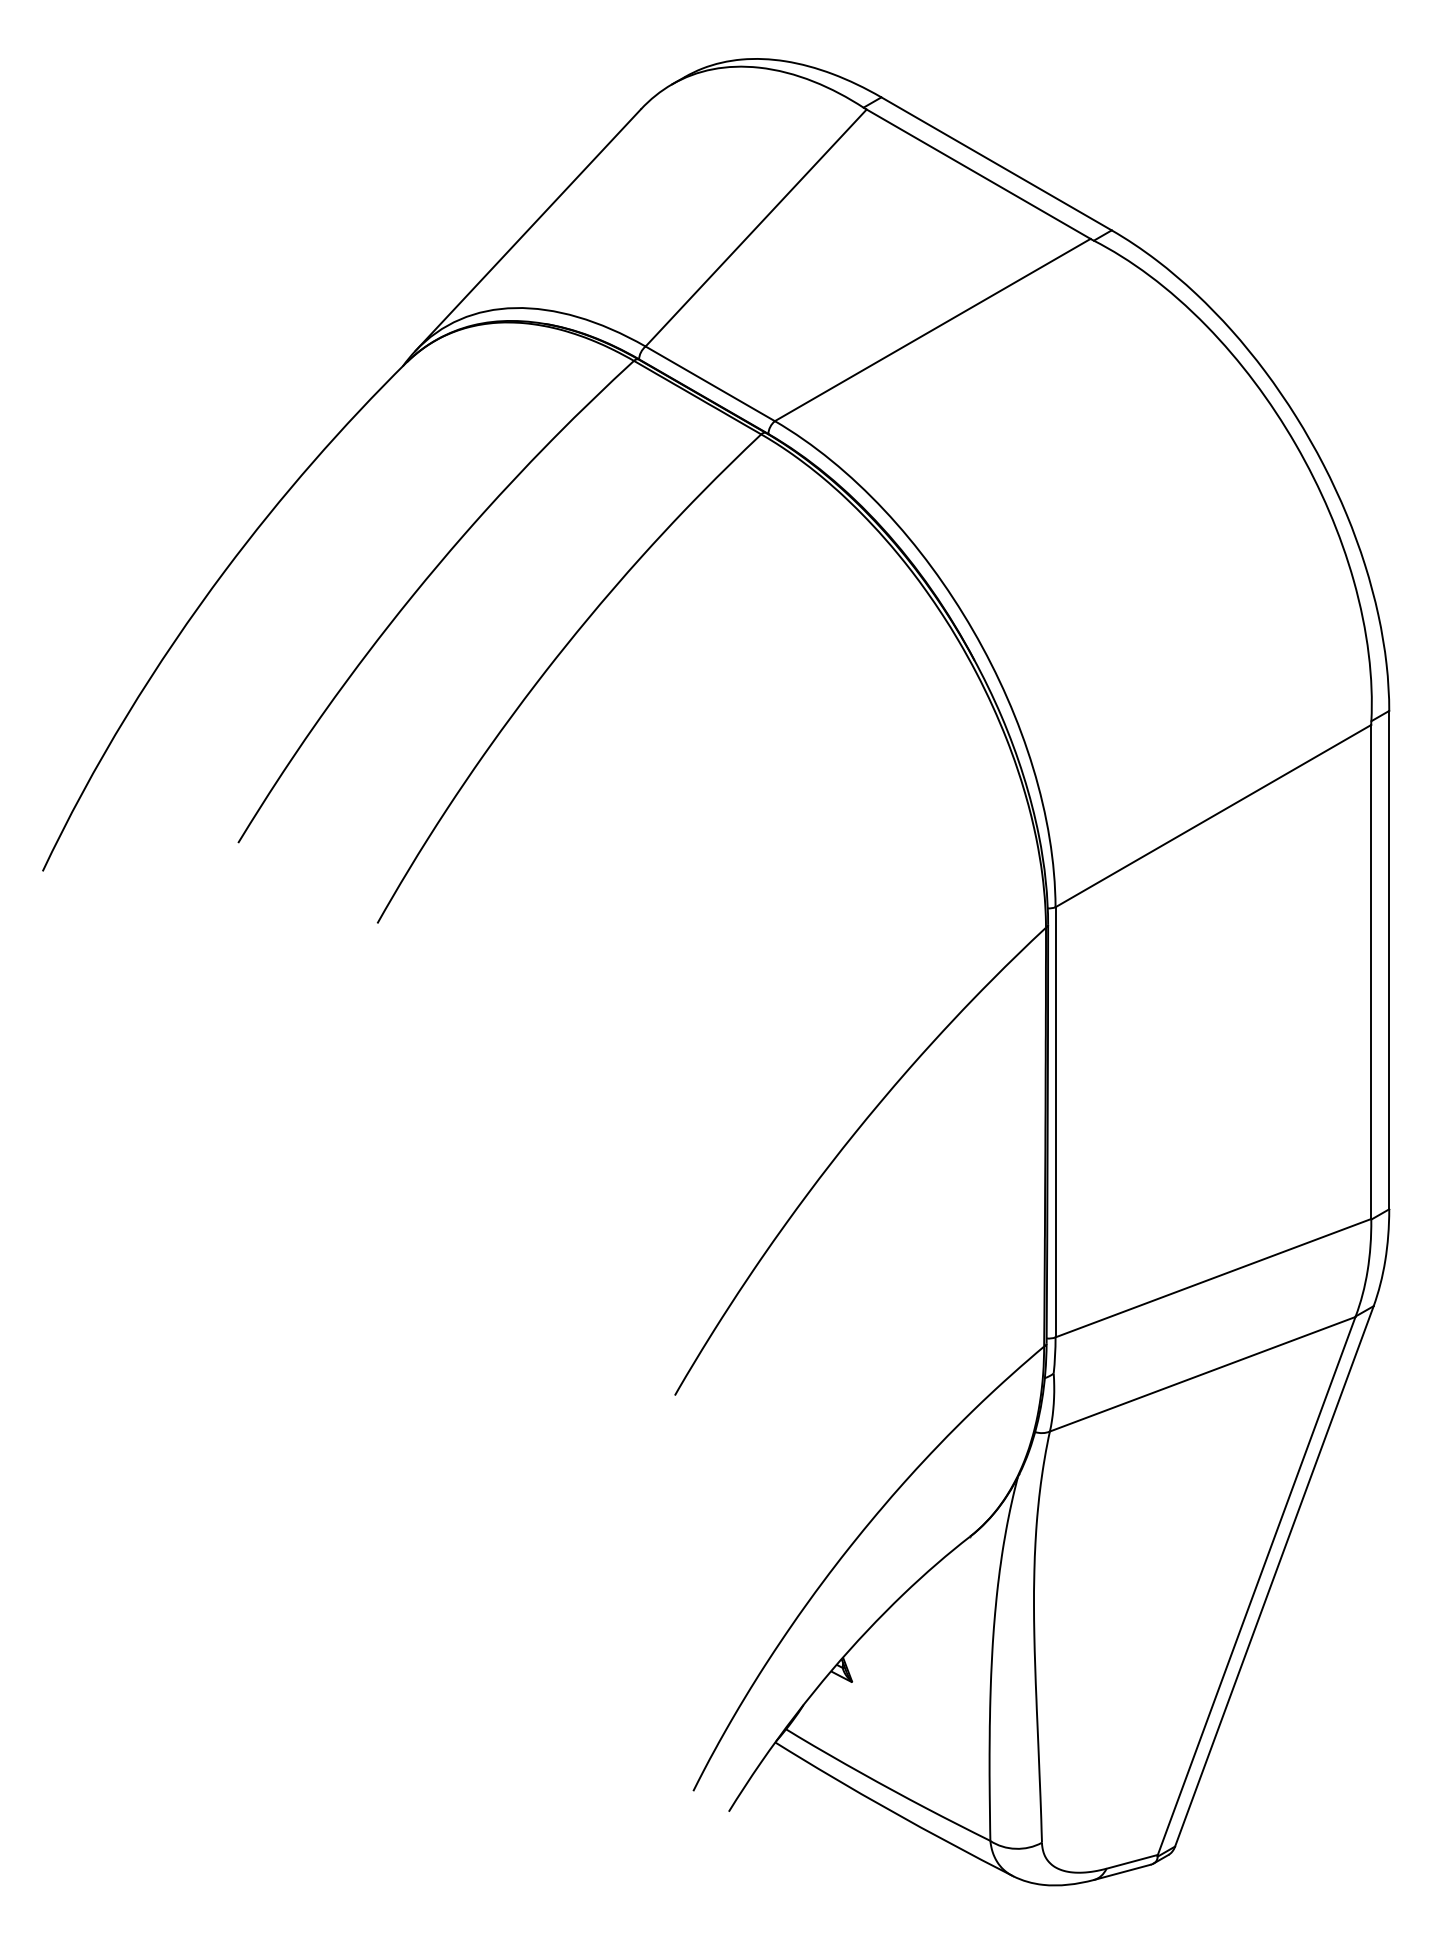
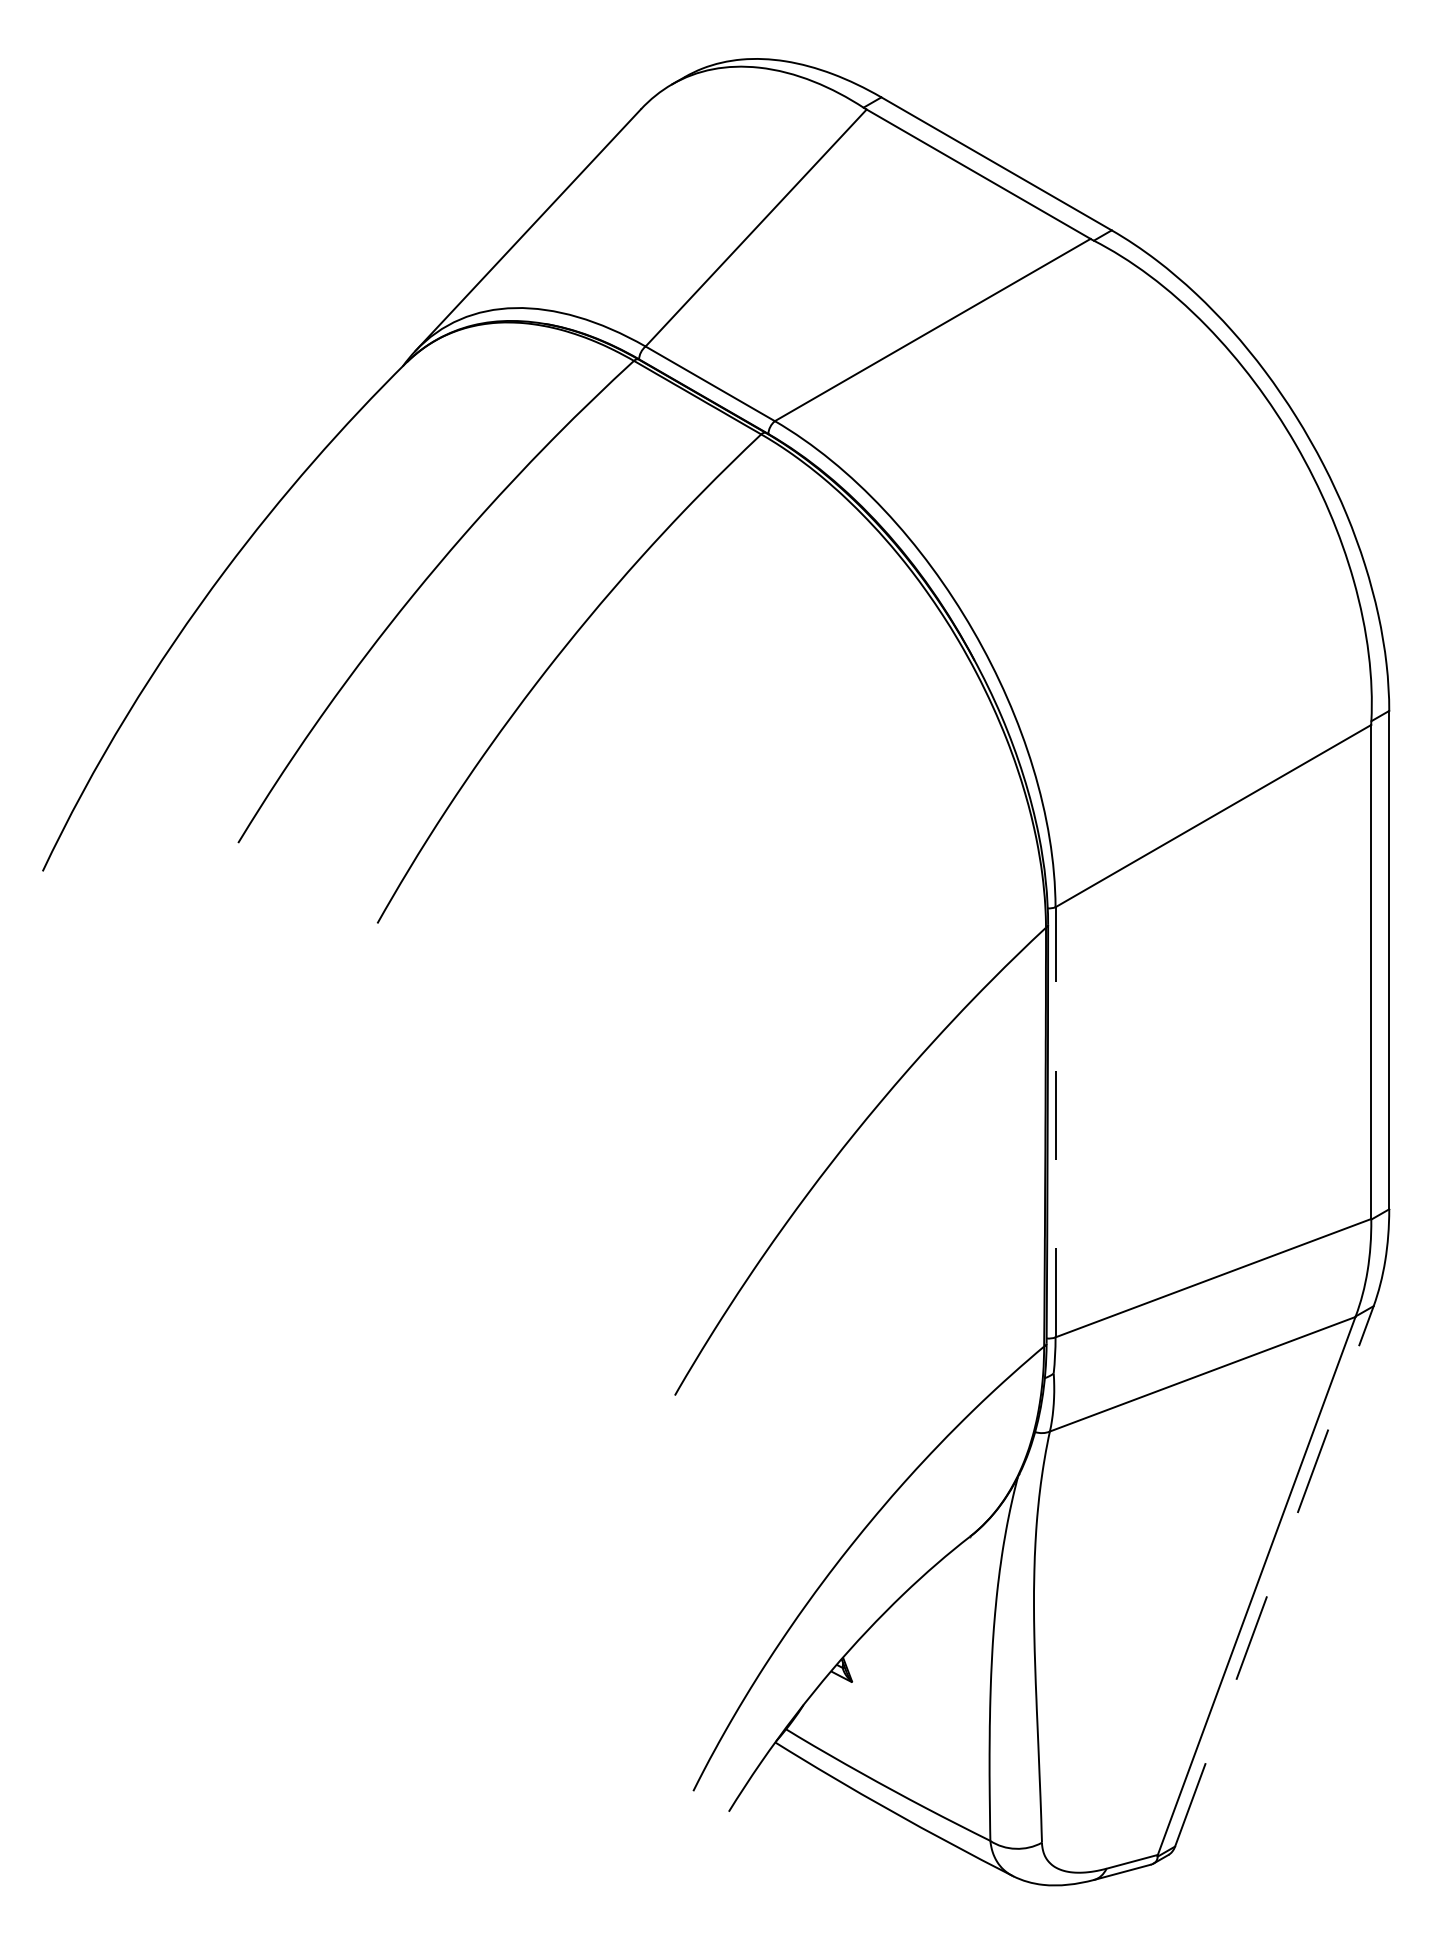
line at (1055, 1121): solid -> dashed
line at (1274, 1576): solid -> dashed
